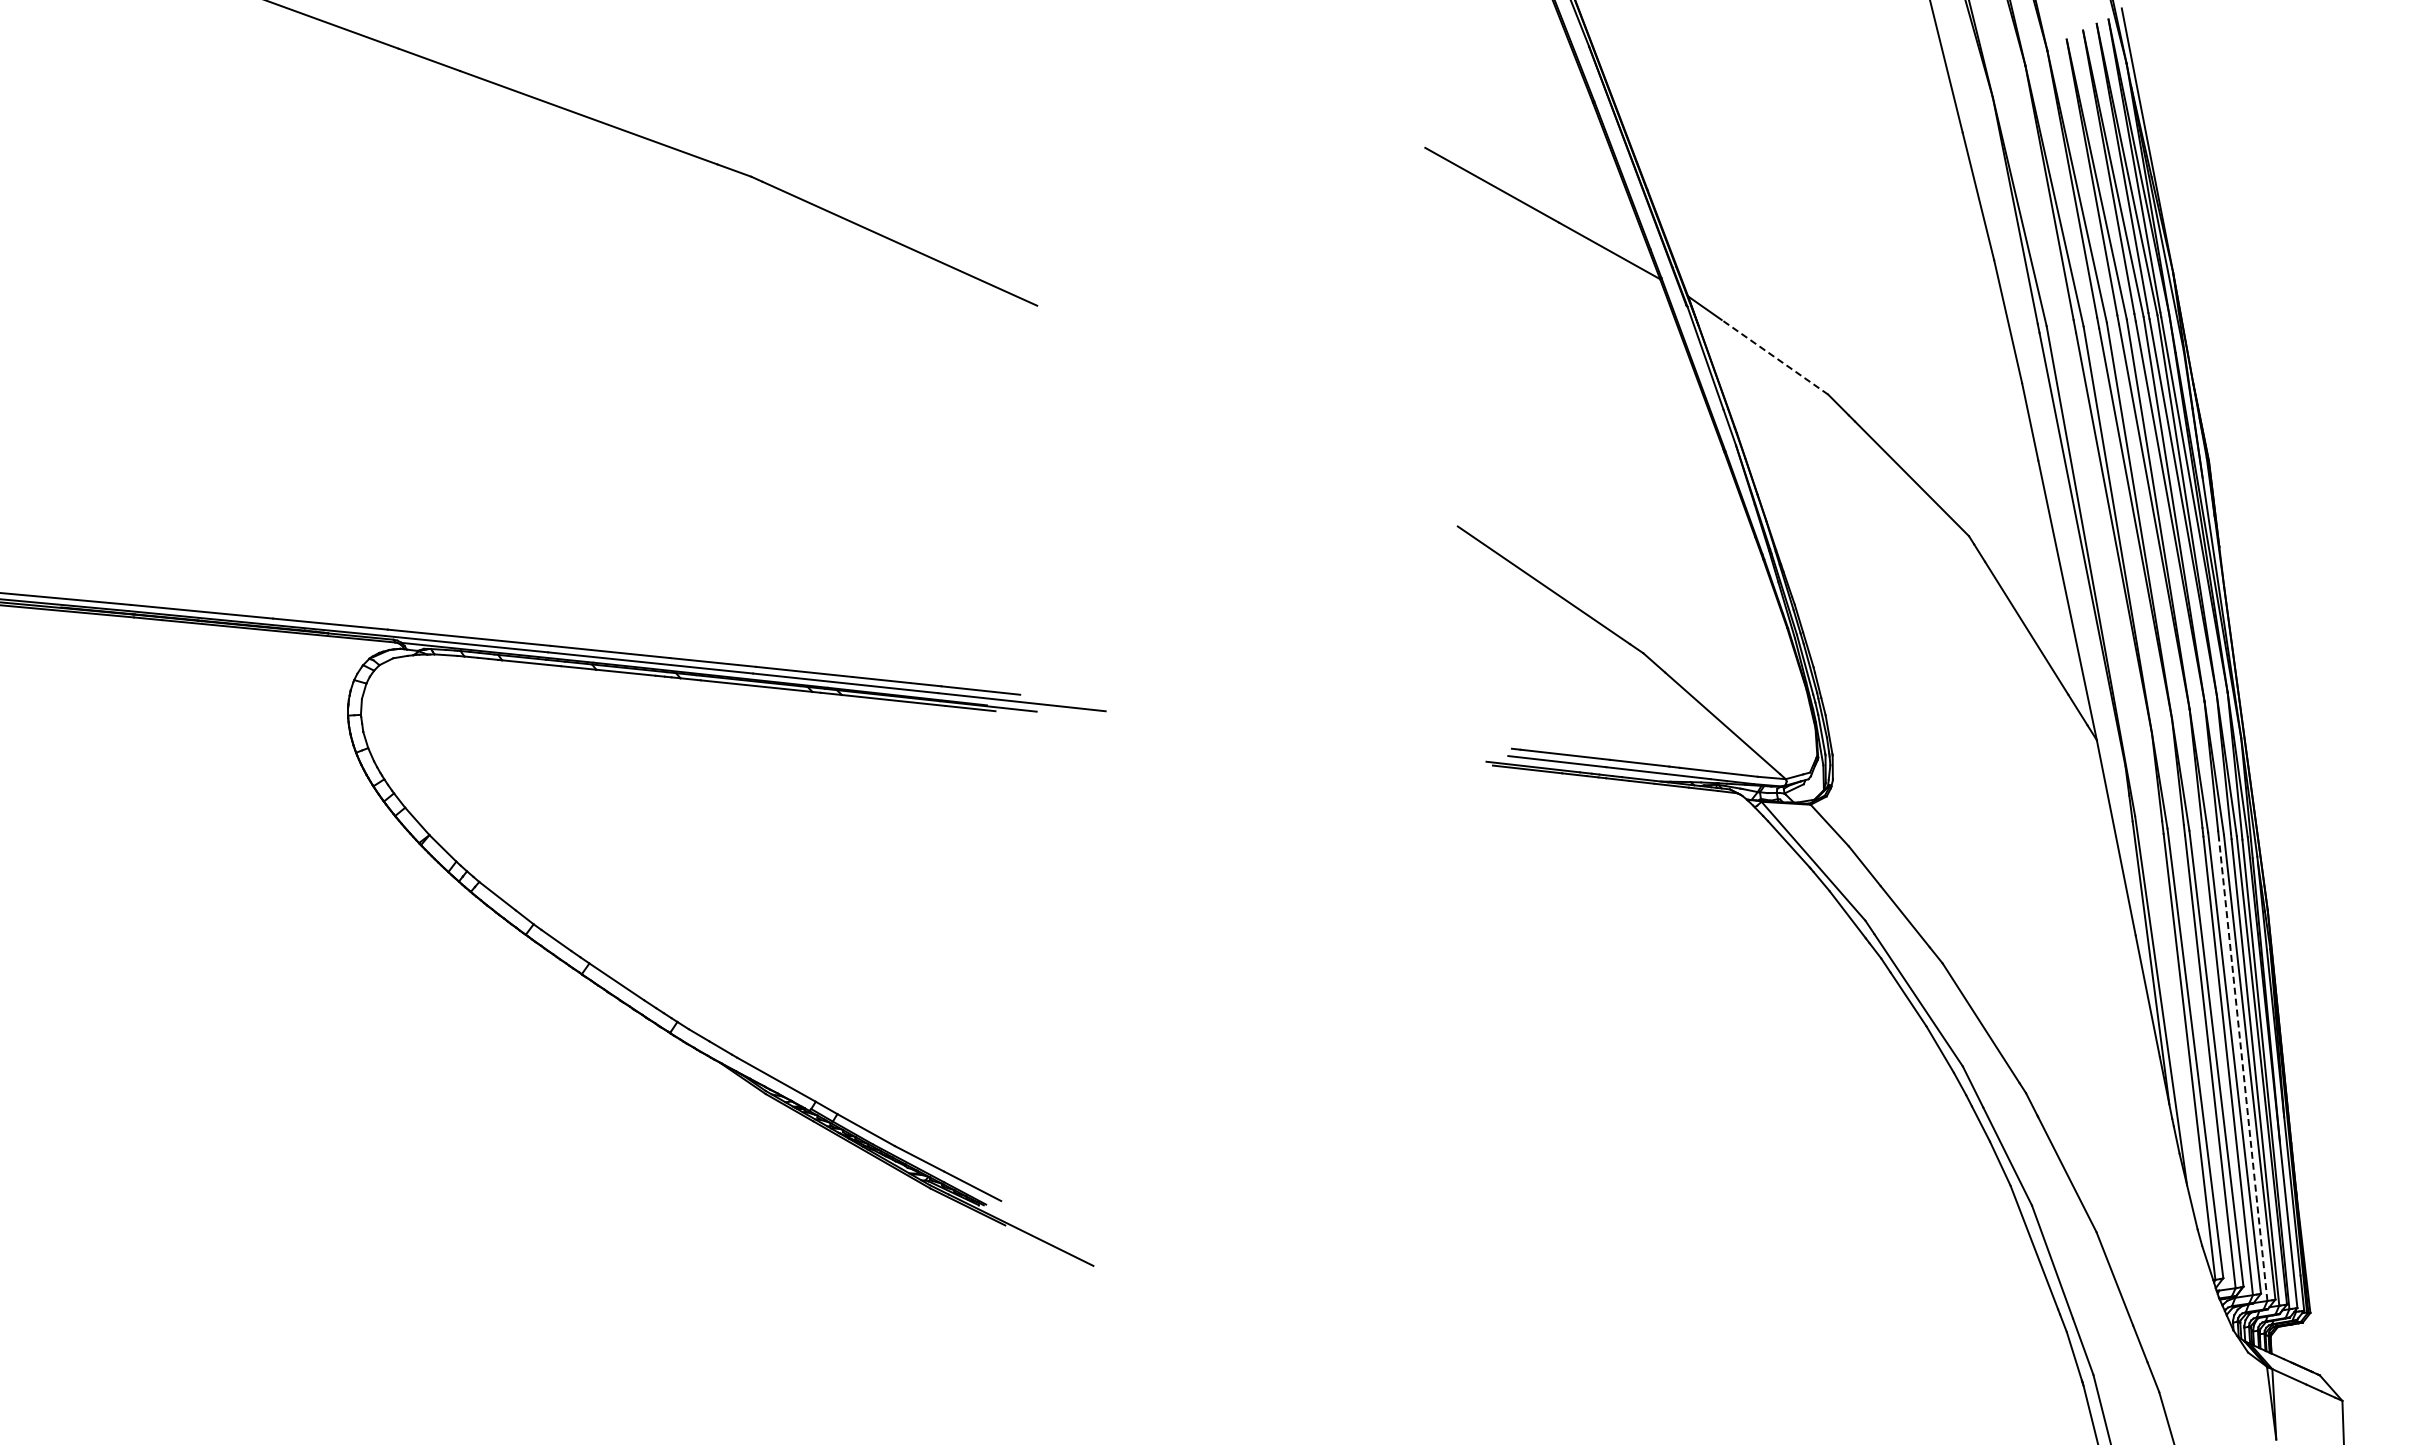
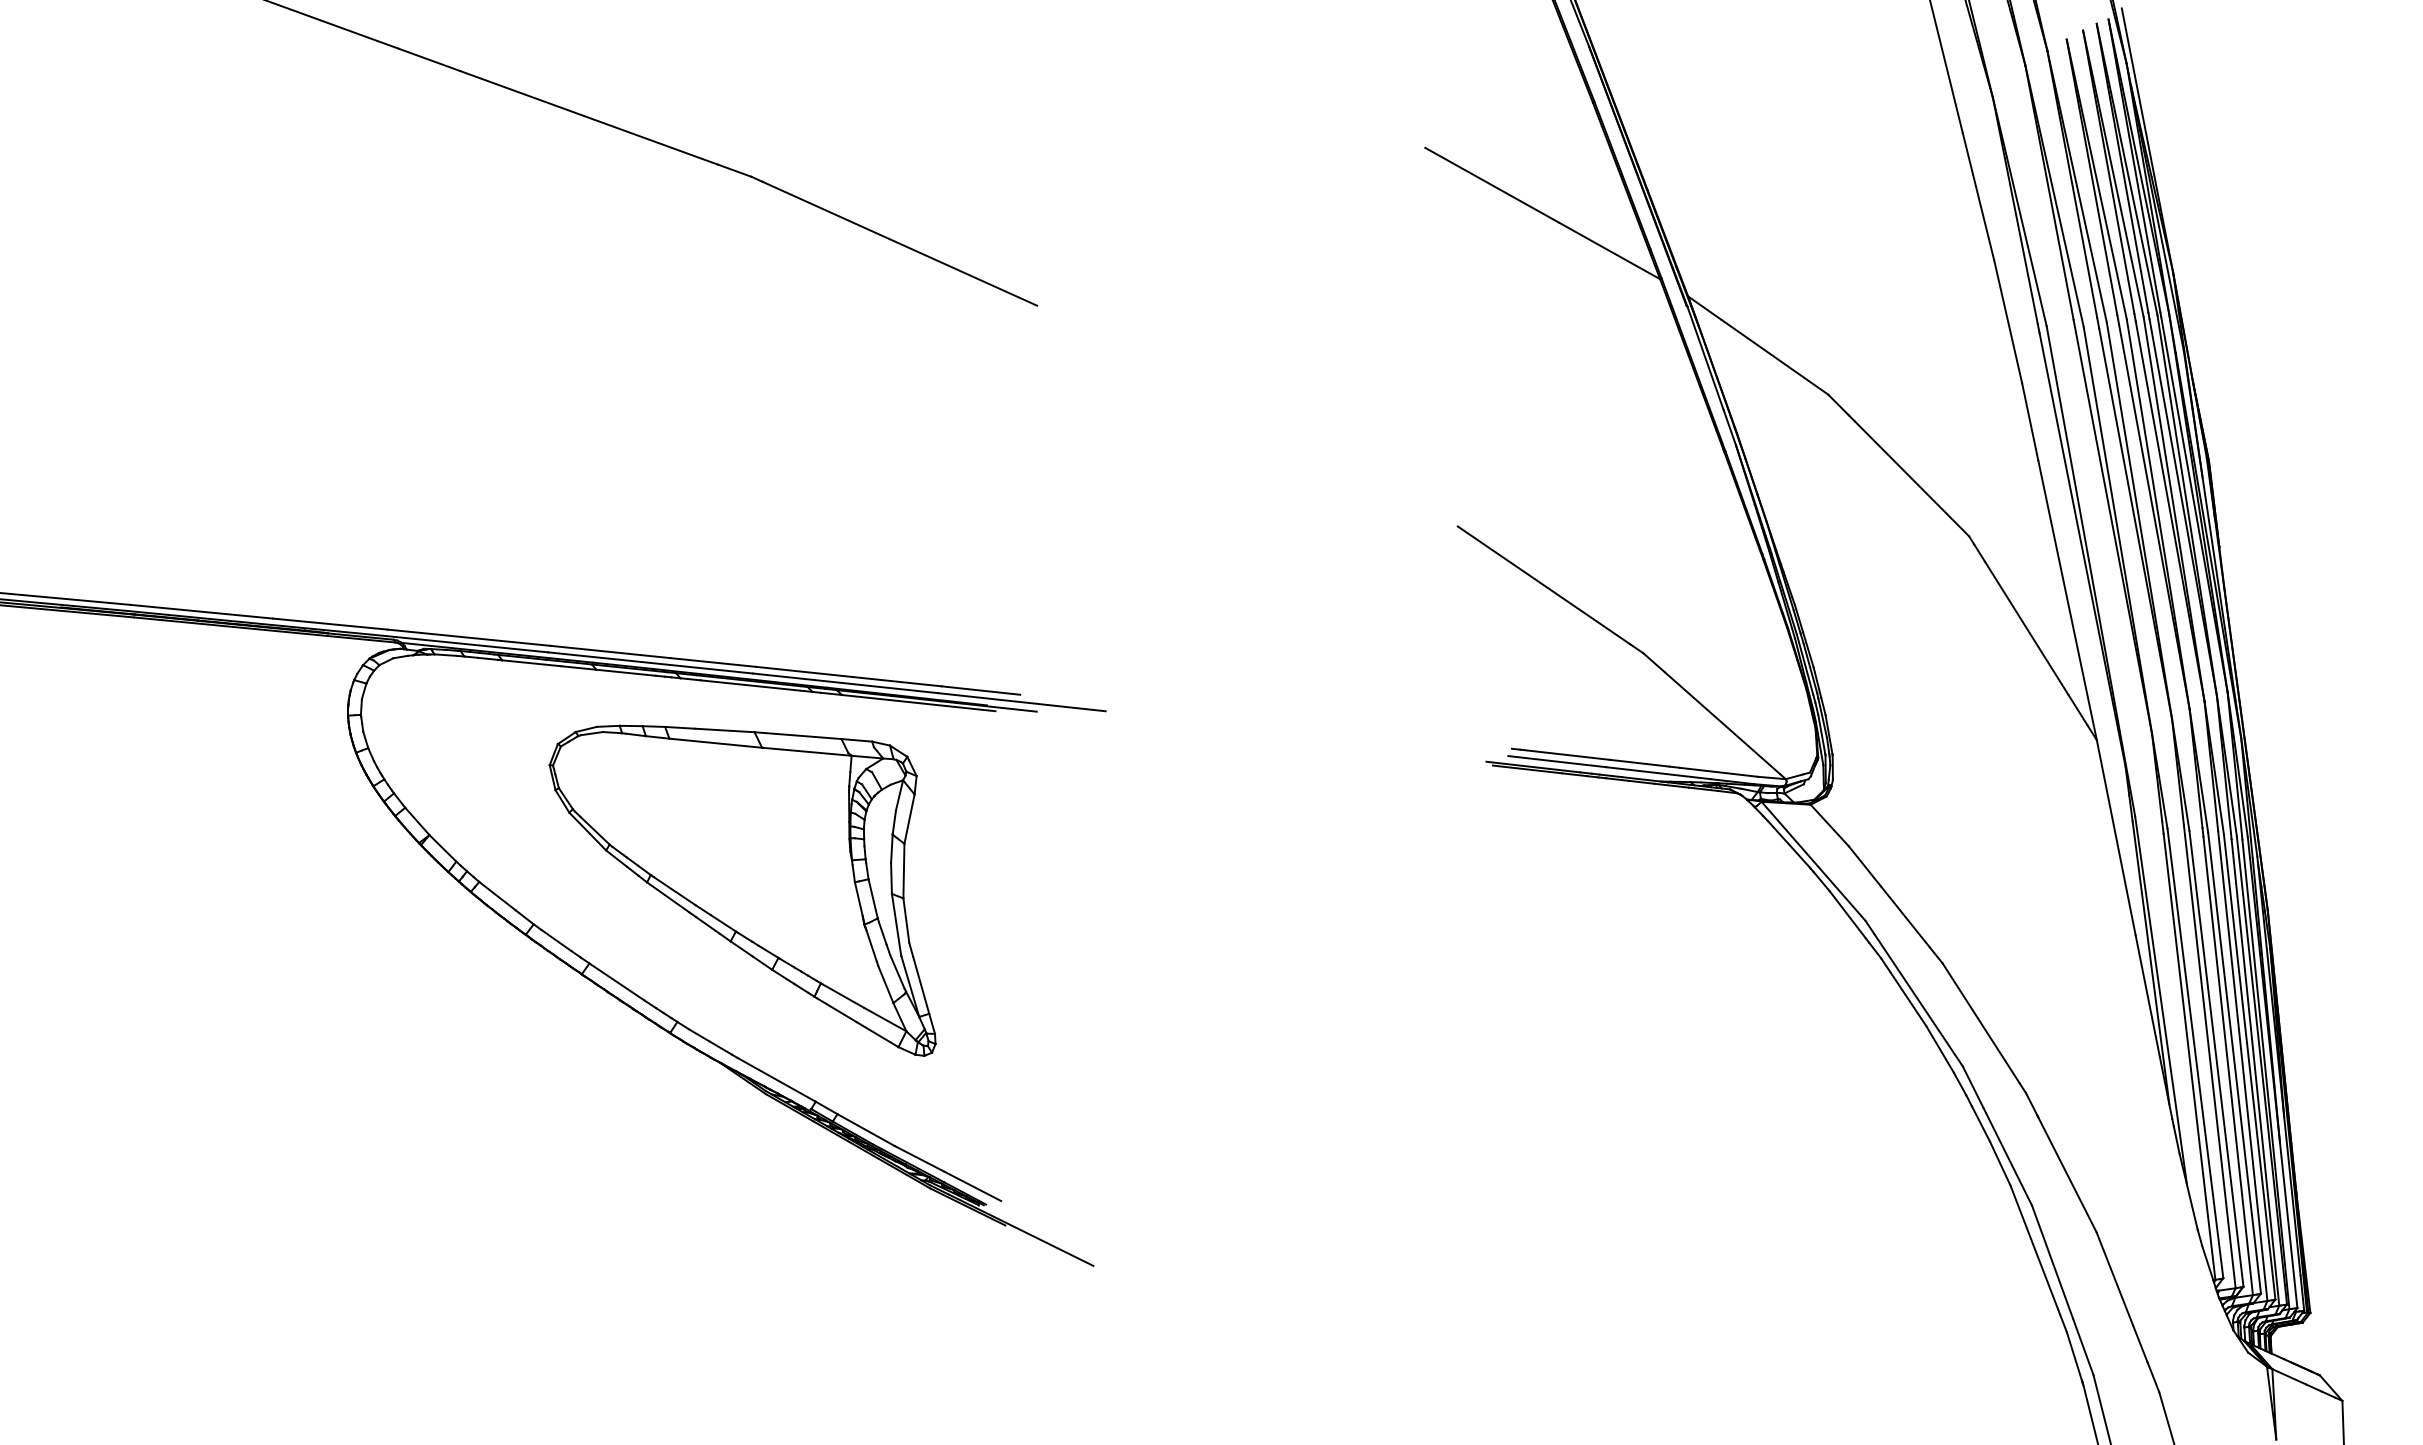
line at (1774, 357): dashed -> solid
part at (742, 890): none -> present
line at (2243, 1069): dashed -> solid
